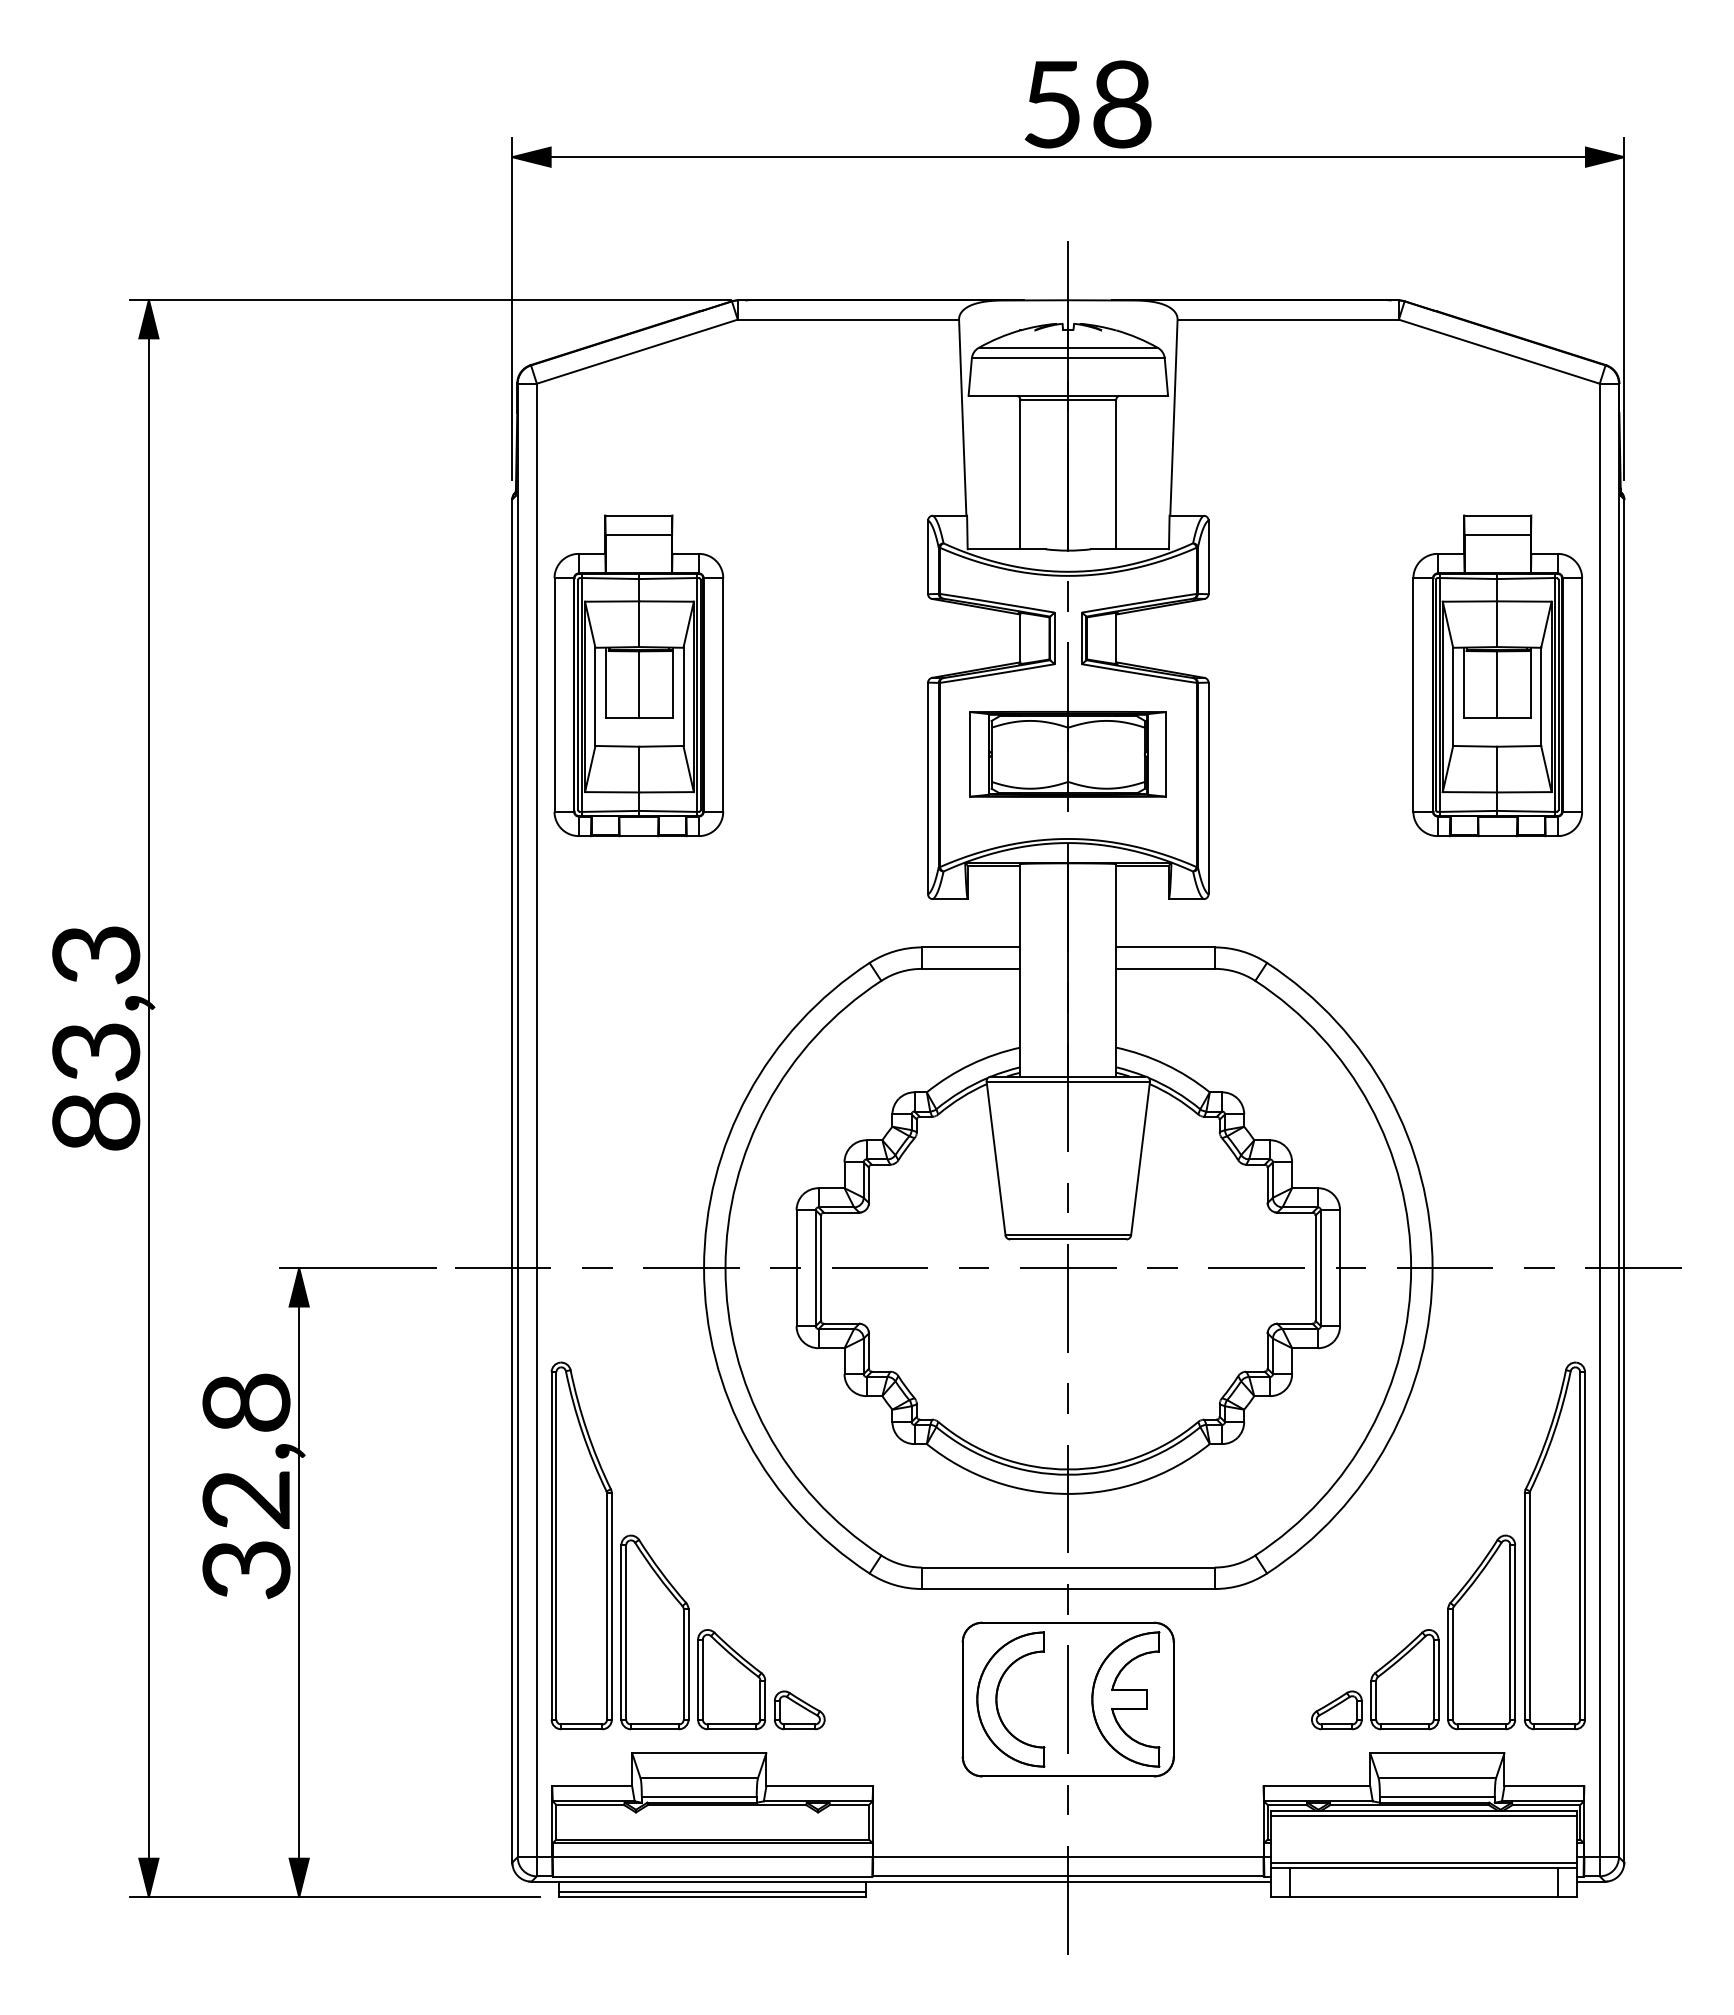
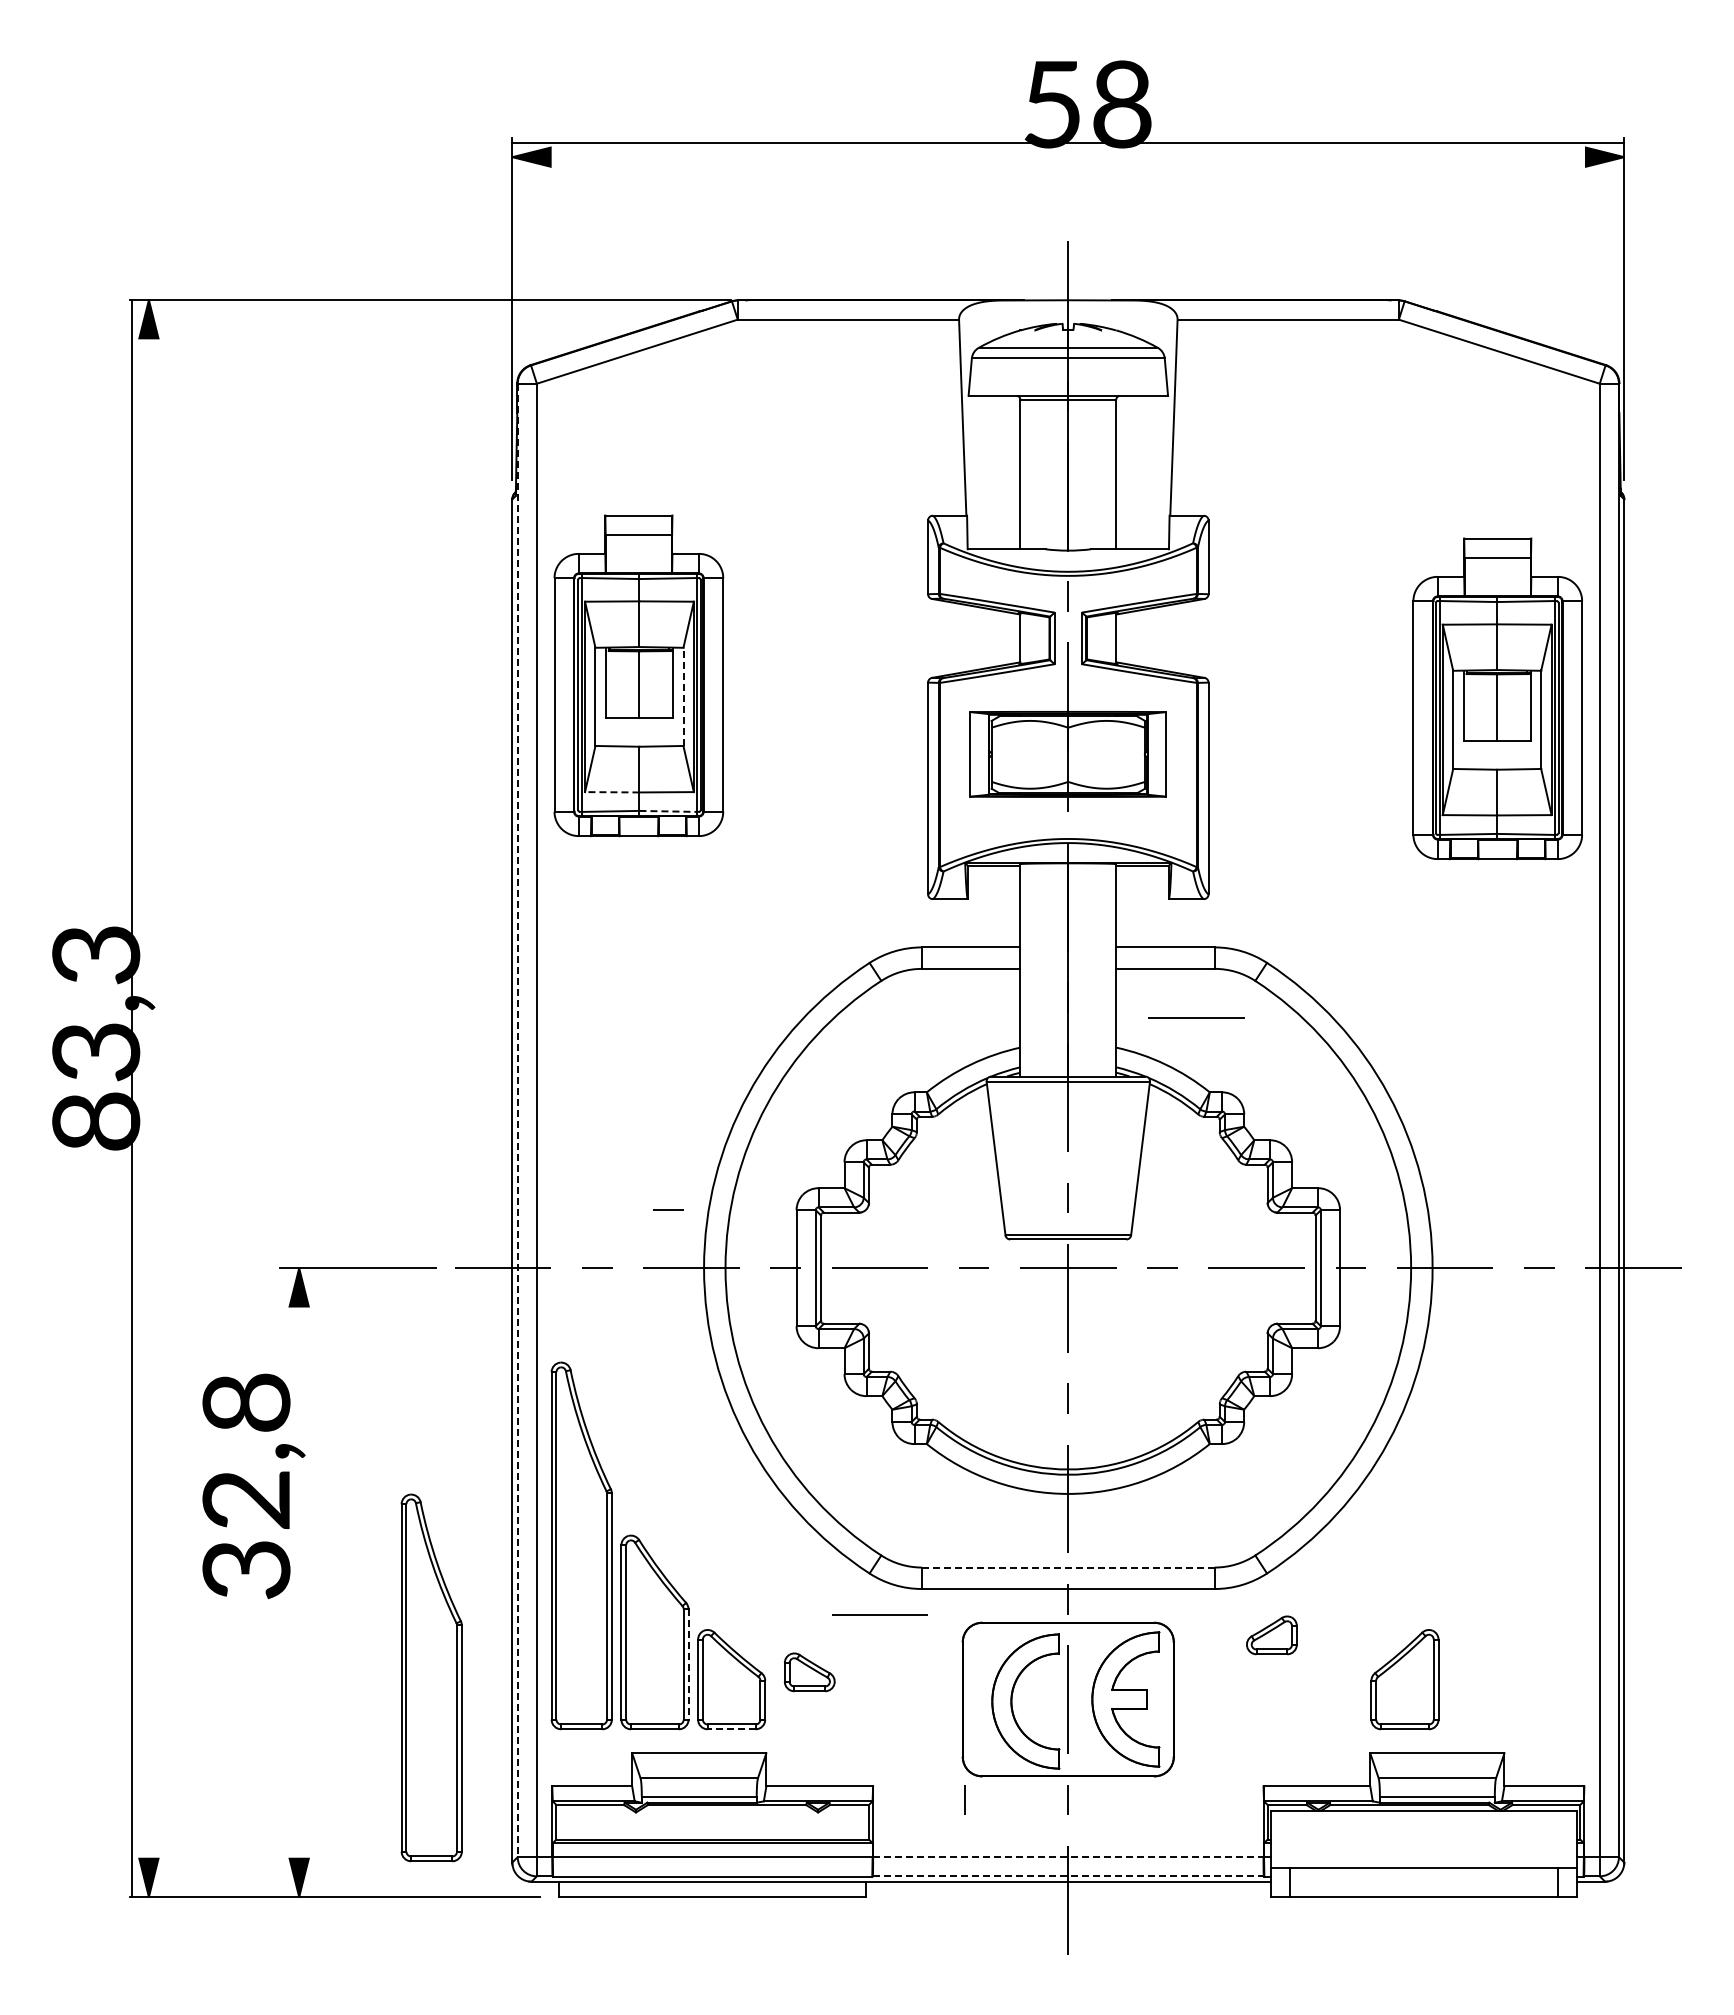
line at (1068, 157) position: (1068, 157) -> (1068, 143)
part at (1497, 675) position: (1497, 675) -> (1497, 698)
line at (683, 696): solid -> dashed
line at (611, 792): solid -> dashed
line at (668, 811): solid -> dashed
line at (1196, 1017): none -> present
line at (148, 1098) position: (148, 1098) -> (131, 1098)
line at (517, 1120): solid -> dashed
line at (668, 1209): none -> present
part at (1516, 1545): present -> none
line at (1068, 1567): solid -> dashed
line at (299, 1582): present -> none
line at (879, 1614): none -> present
line at (688, 1664): solid -> dashed
part at (431, 1677): none -> present
part at (997, 1699) position: (997, 1699) -> (1012, 1701)
part at (799, 1710) position: (799, 1710) -> (809, 1672)
part at (1336, 1710) position: (1336, 1710) -> (1271, 1635)
line at (731, 1729): solid -> dashed
line at (964, 1799): none -> present
line at (1423, 1815): present -> none
line at (1068, 1857): solid -> dashed
line at (1423, 1863): present -> none
line at (1068, 1876): solid -> dashed
line at (712, 1892): present -> none
